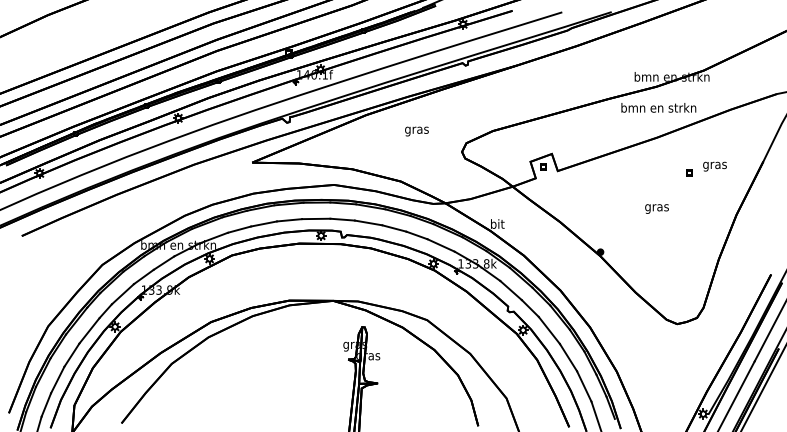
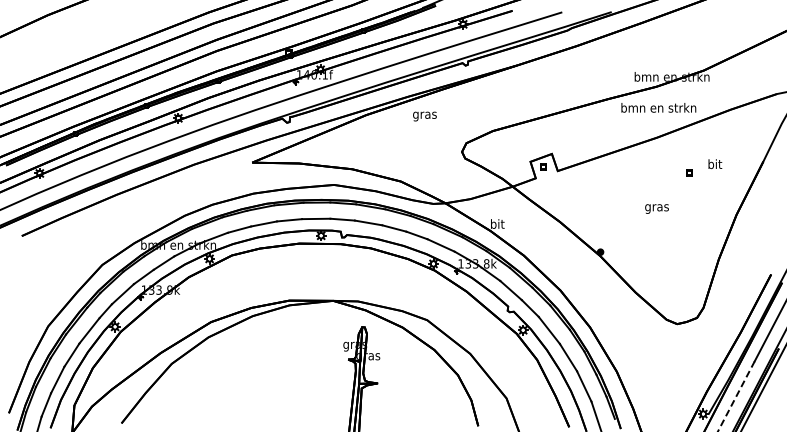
text at (416, 131) position: (416, 131) -> (424, 116)
text at (714, 165): gras -> bit
line at (736, 396): solid -> dashed
